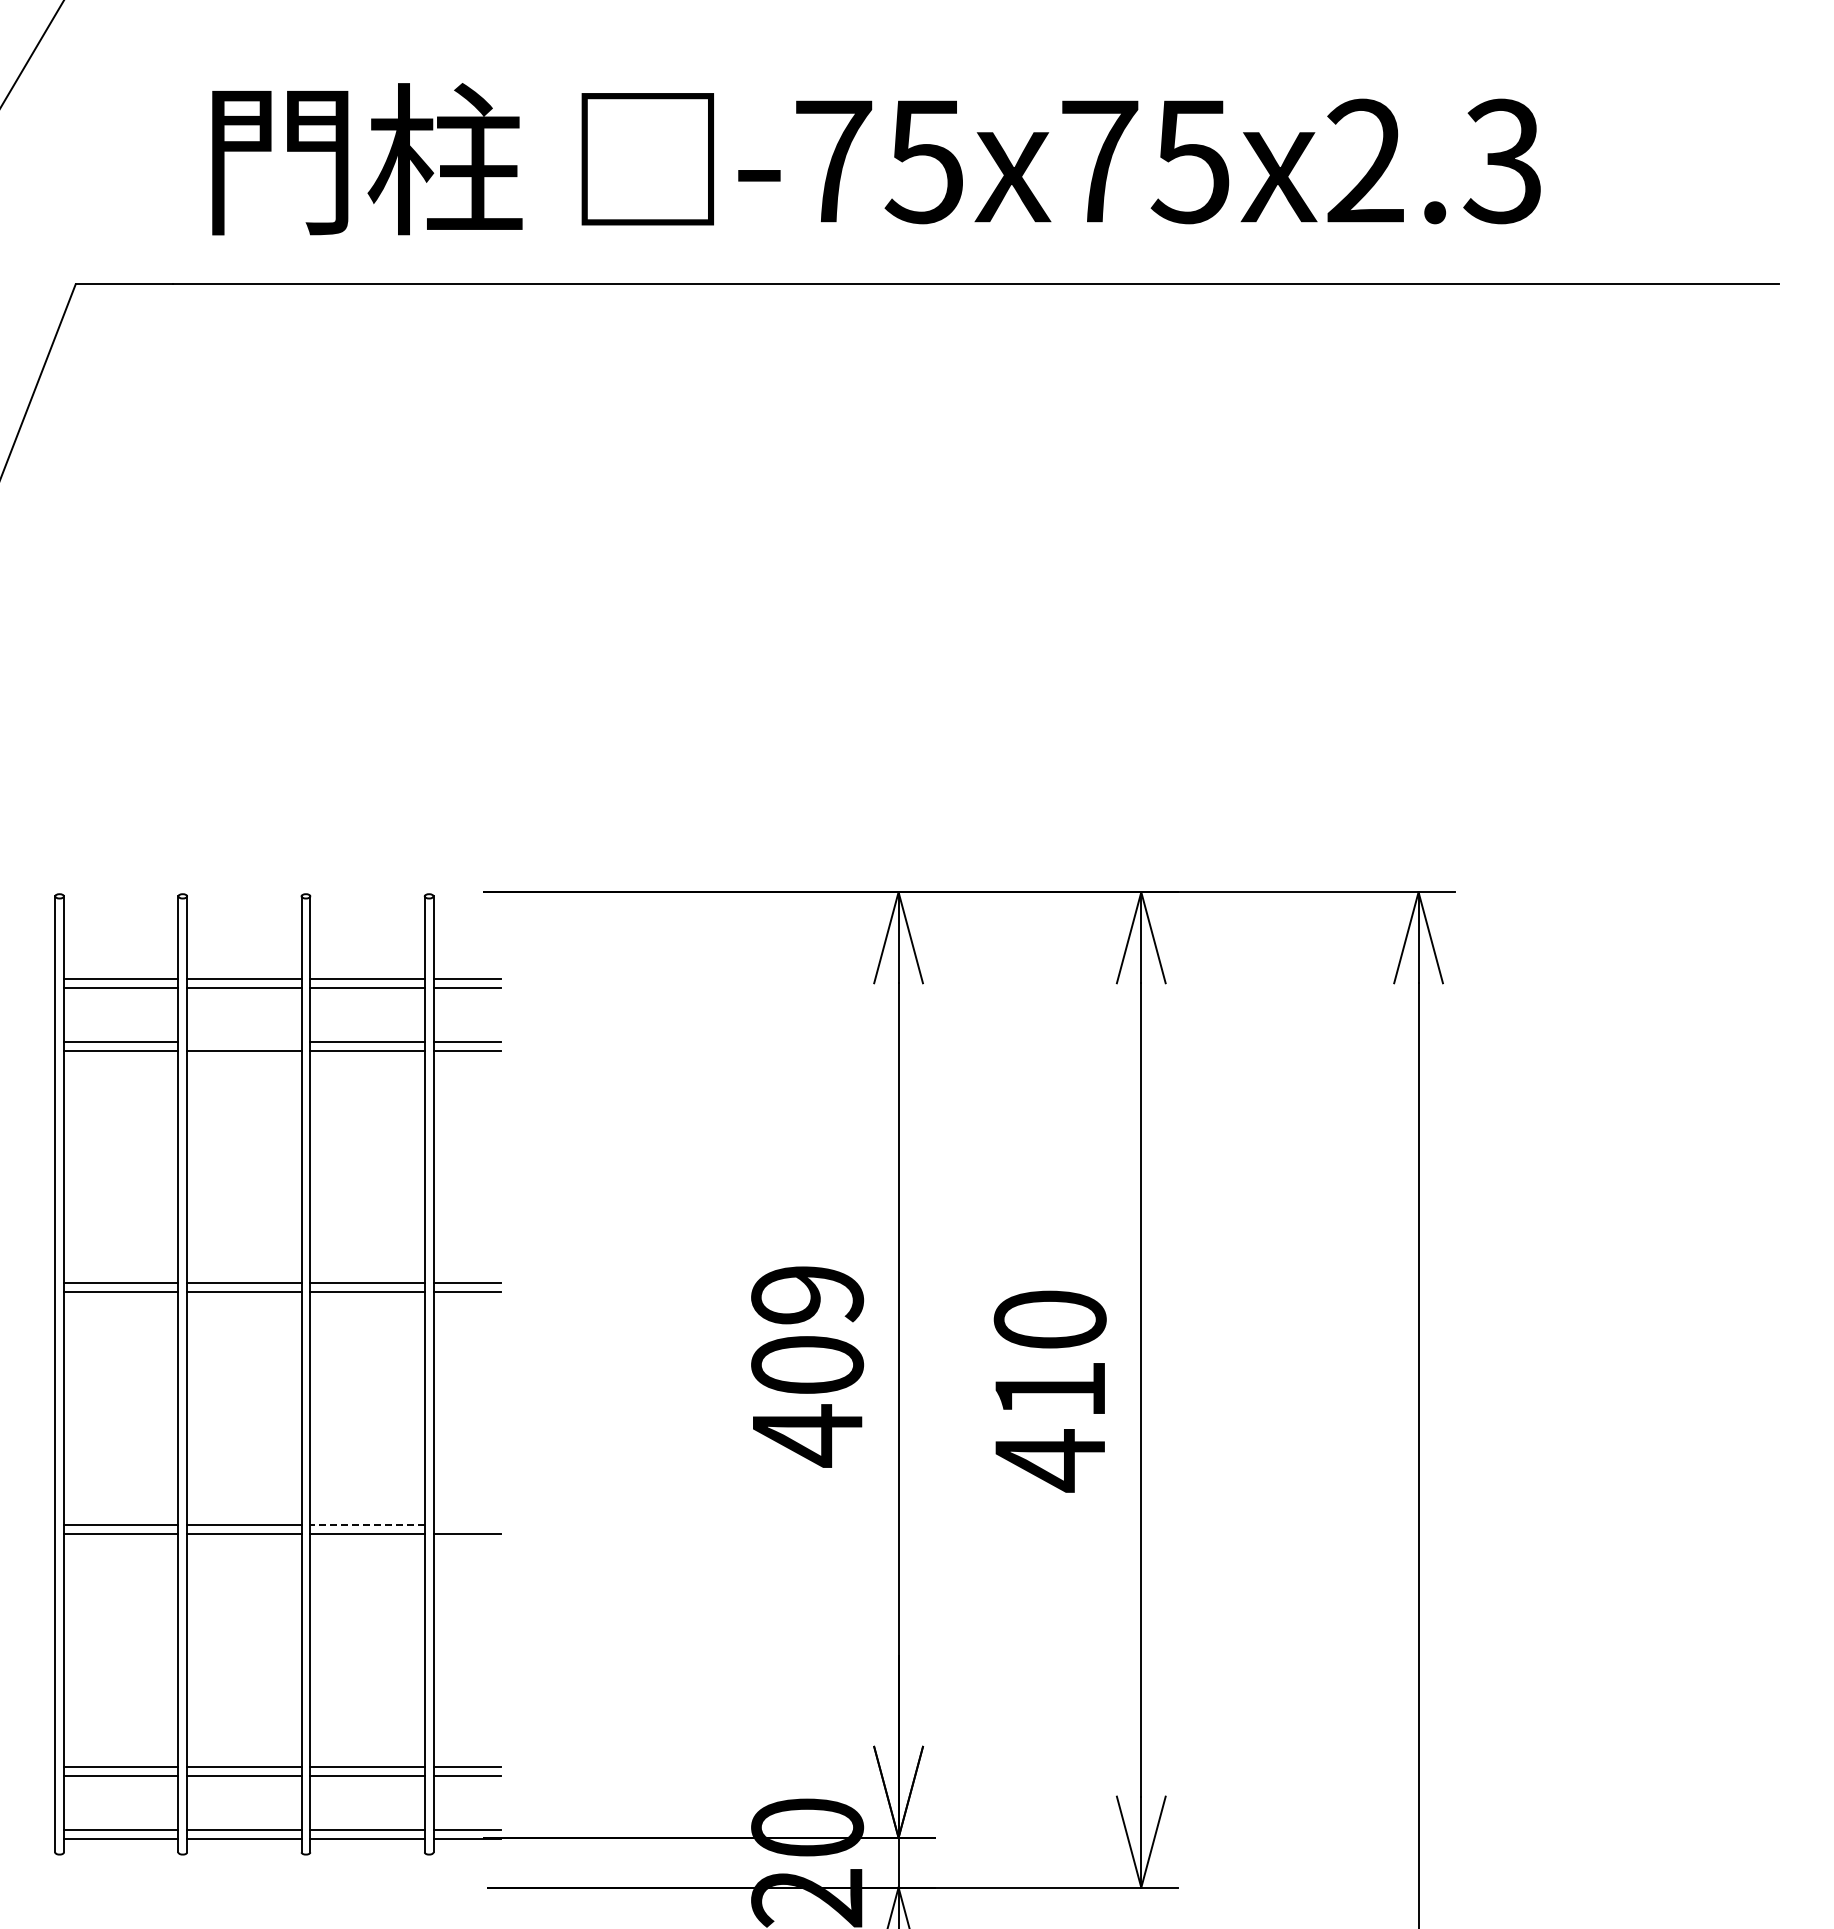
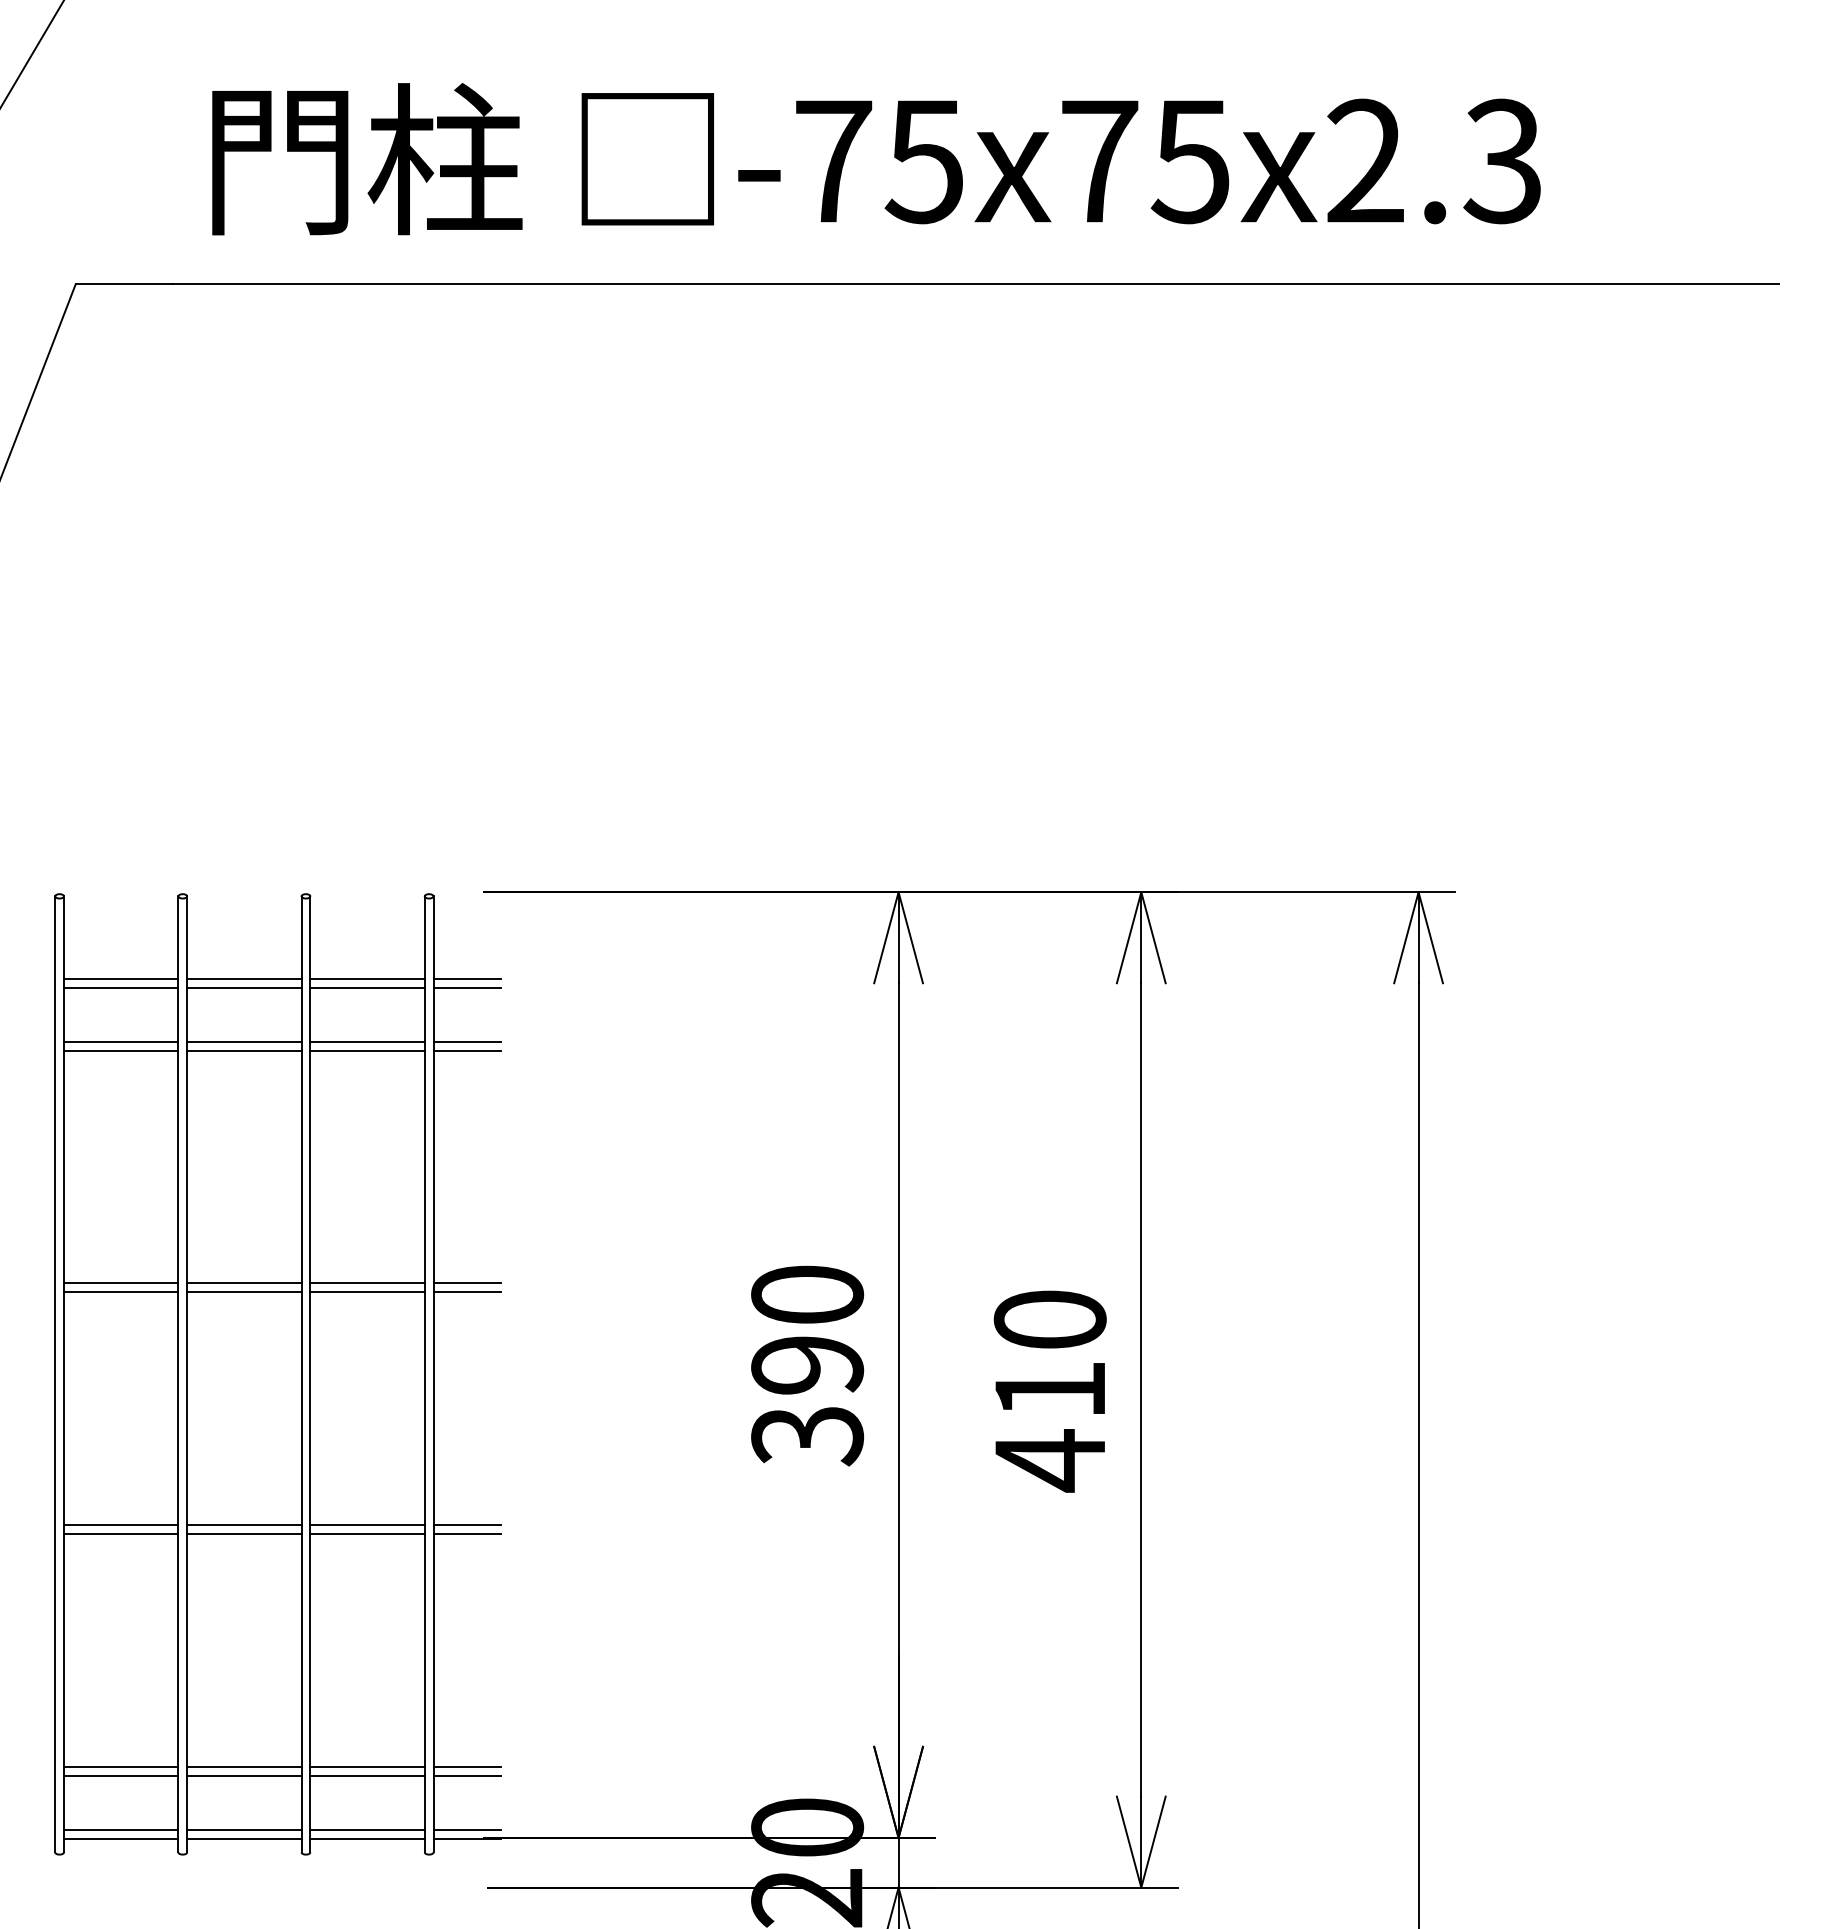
line at (244, 1041): none -> present
text at (807, 1366): 409 -> 390
line at (367, 1525): dashed -> solid
line at (466, 1525): none -> present
